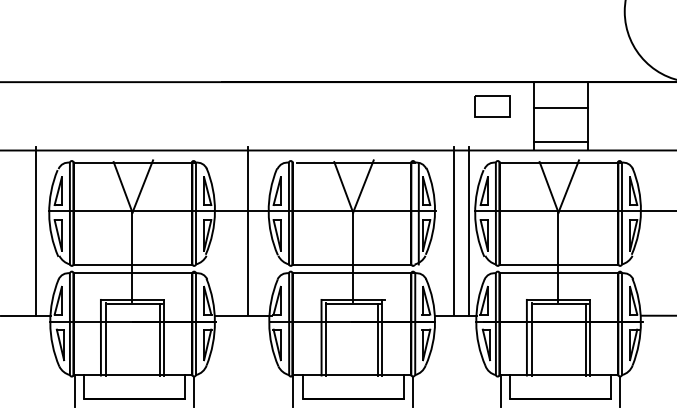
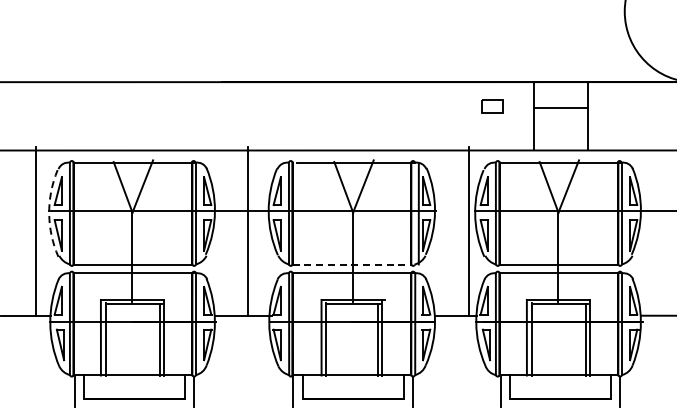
part at (492, 106) size: 37x23 px -> 23x15 px
line at (561, 141): present -> none
arc at (49, 213): solid -> dashed
line at (453, 230): present -> none
line at (352, 264): solid -> dashed
